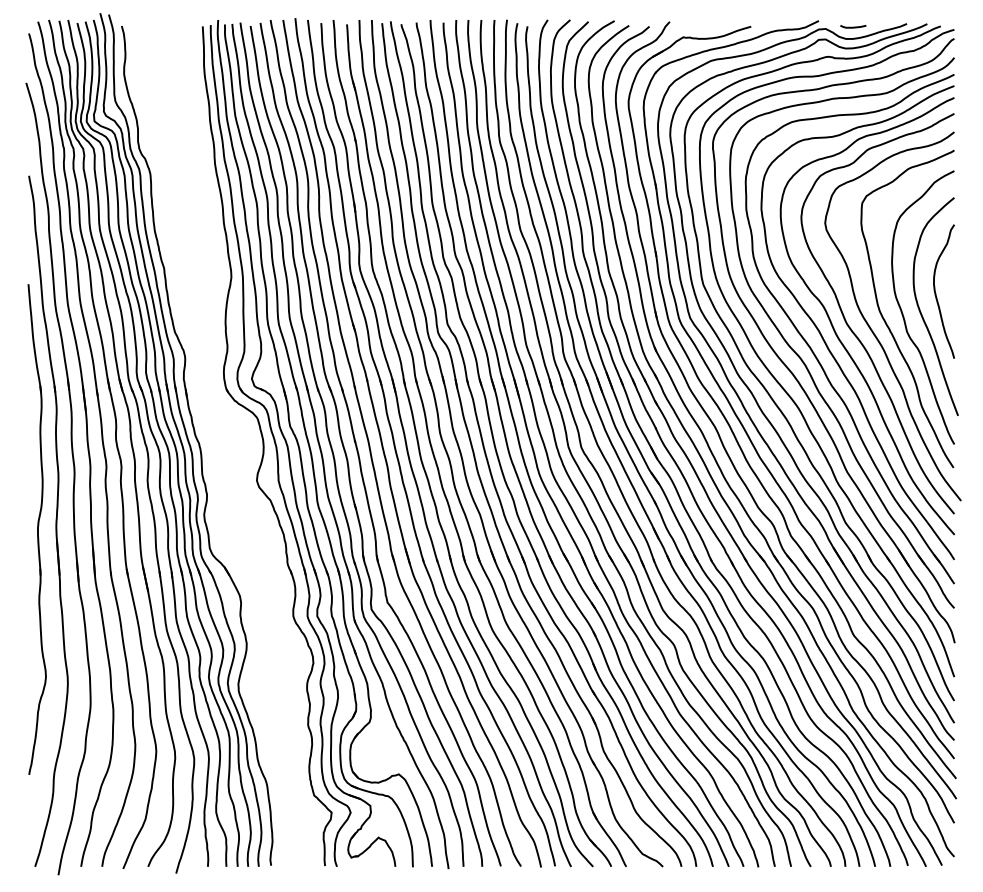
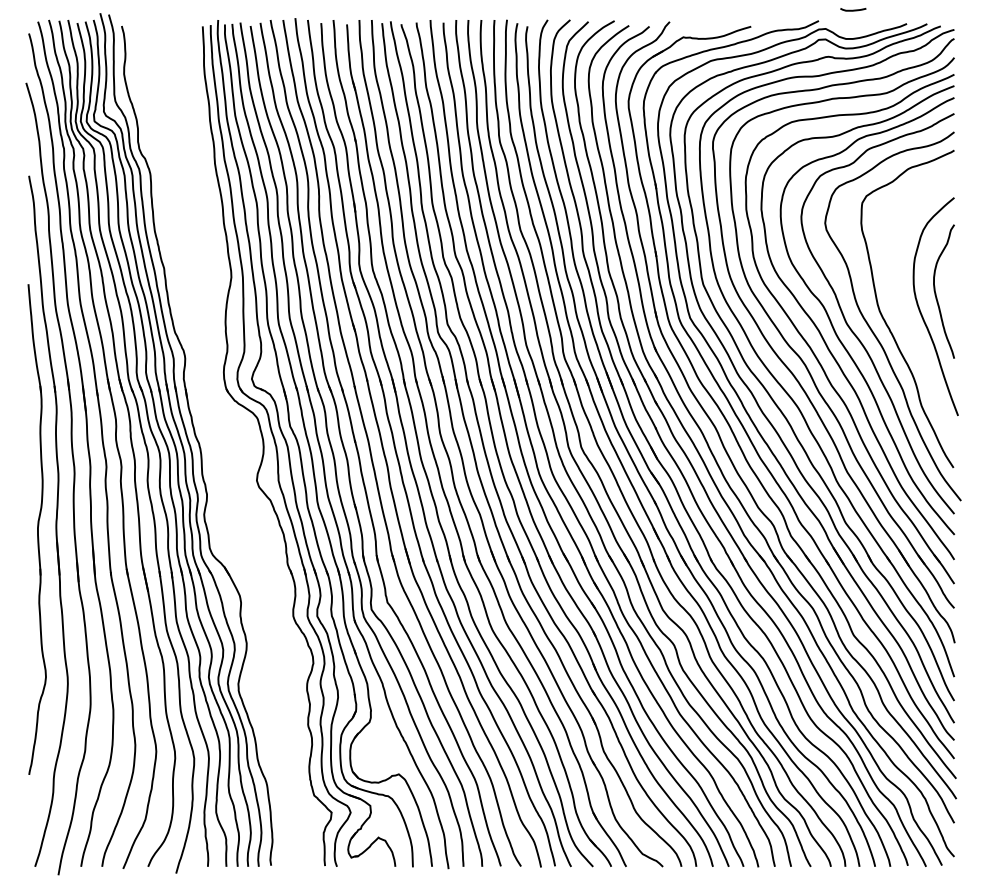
line at (853, 26) position: (853, 26) -> (853, 9)
curve at (903, 313): present -> none
